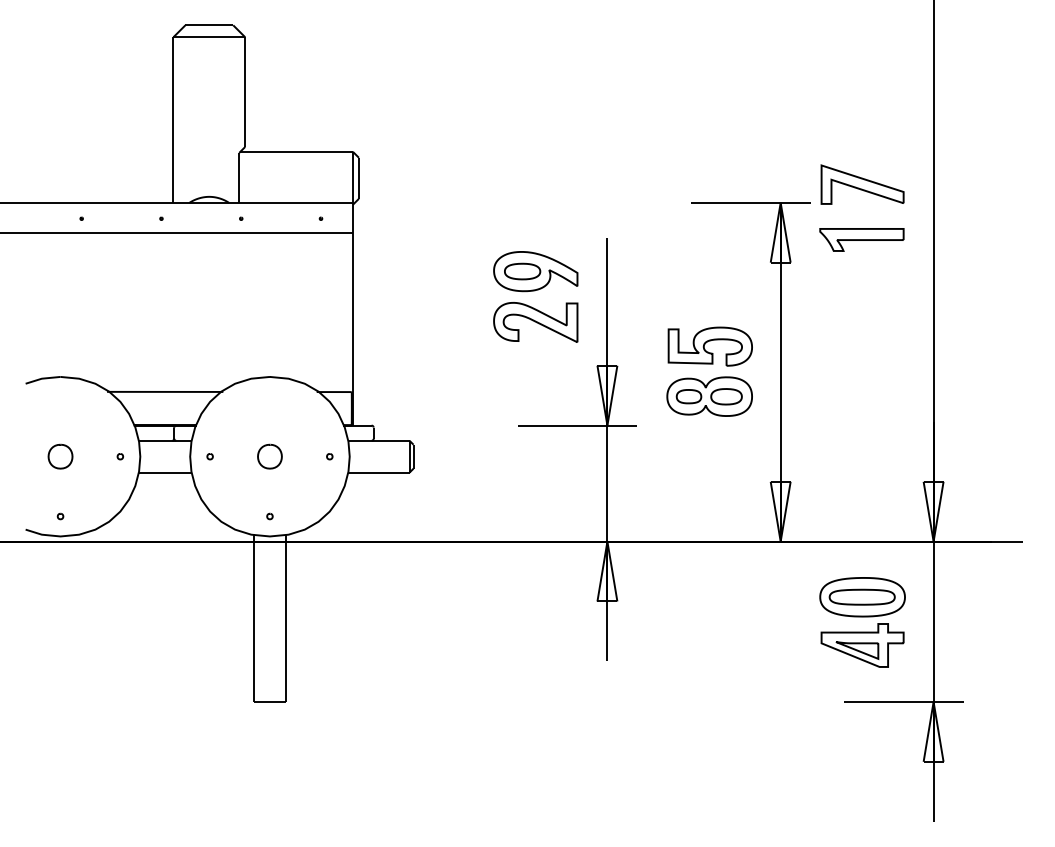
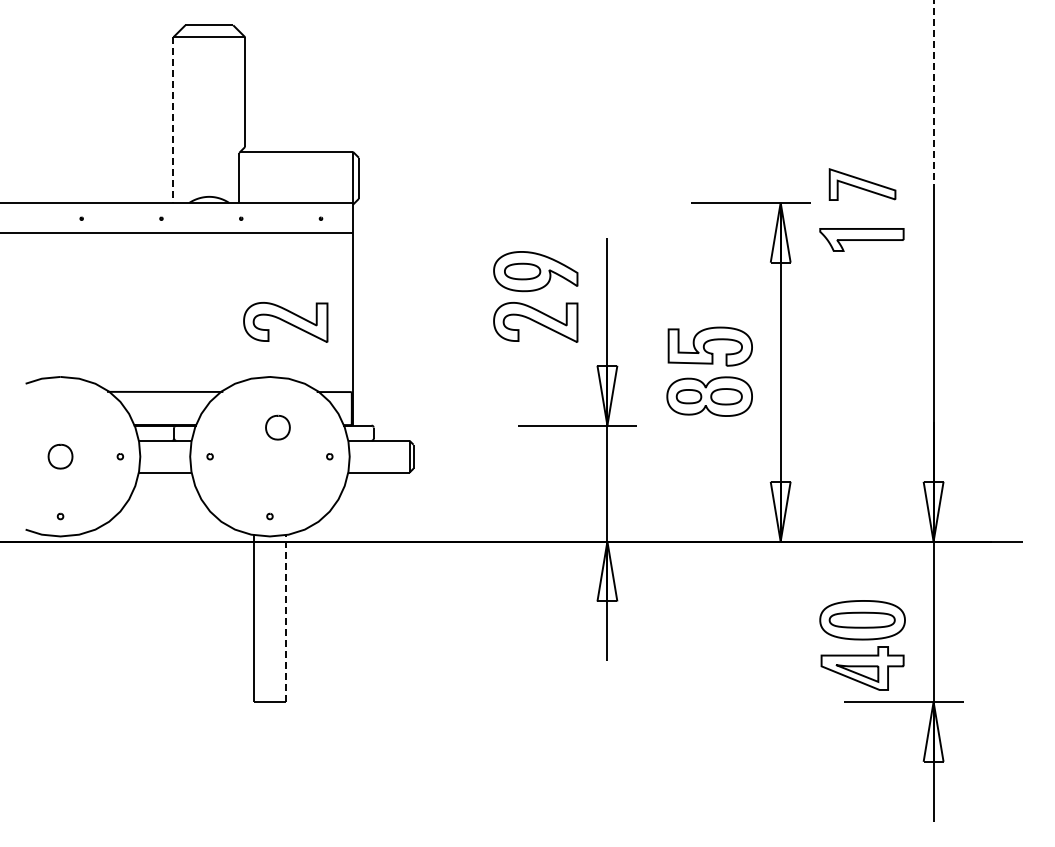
line at (933, 93): solid -> dashed
line at (173, 120): solid -> dashed
part at (862, 184) size: 85x41 px -> 69x33 px
part at (285, 322): none -> present
part at (269, 456) position: (269, 456) -> (277, 427)
line at (285, 618): solid -> dashed
part at (862, 622) position: (862, 622) -> (862, 645)
